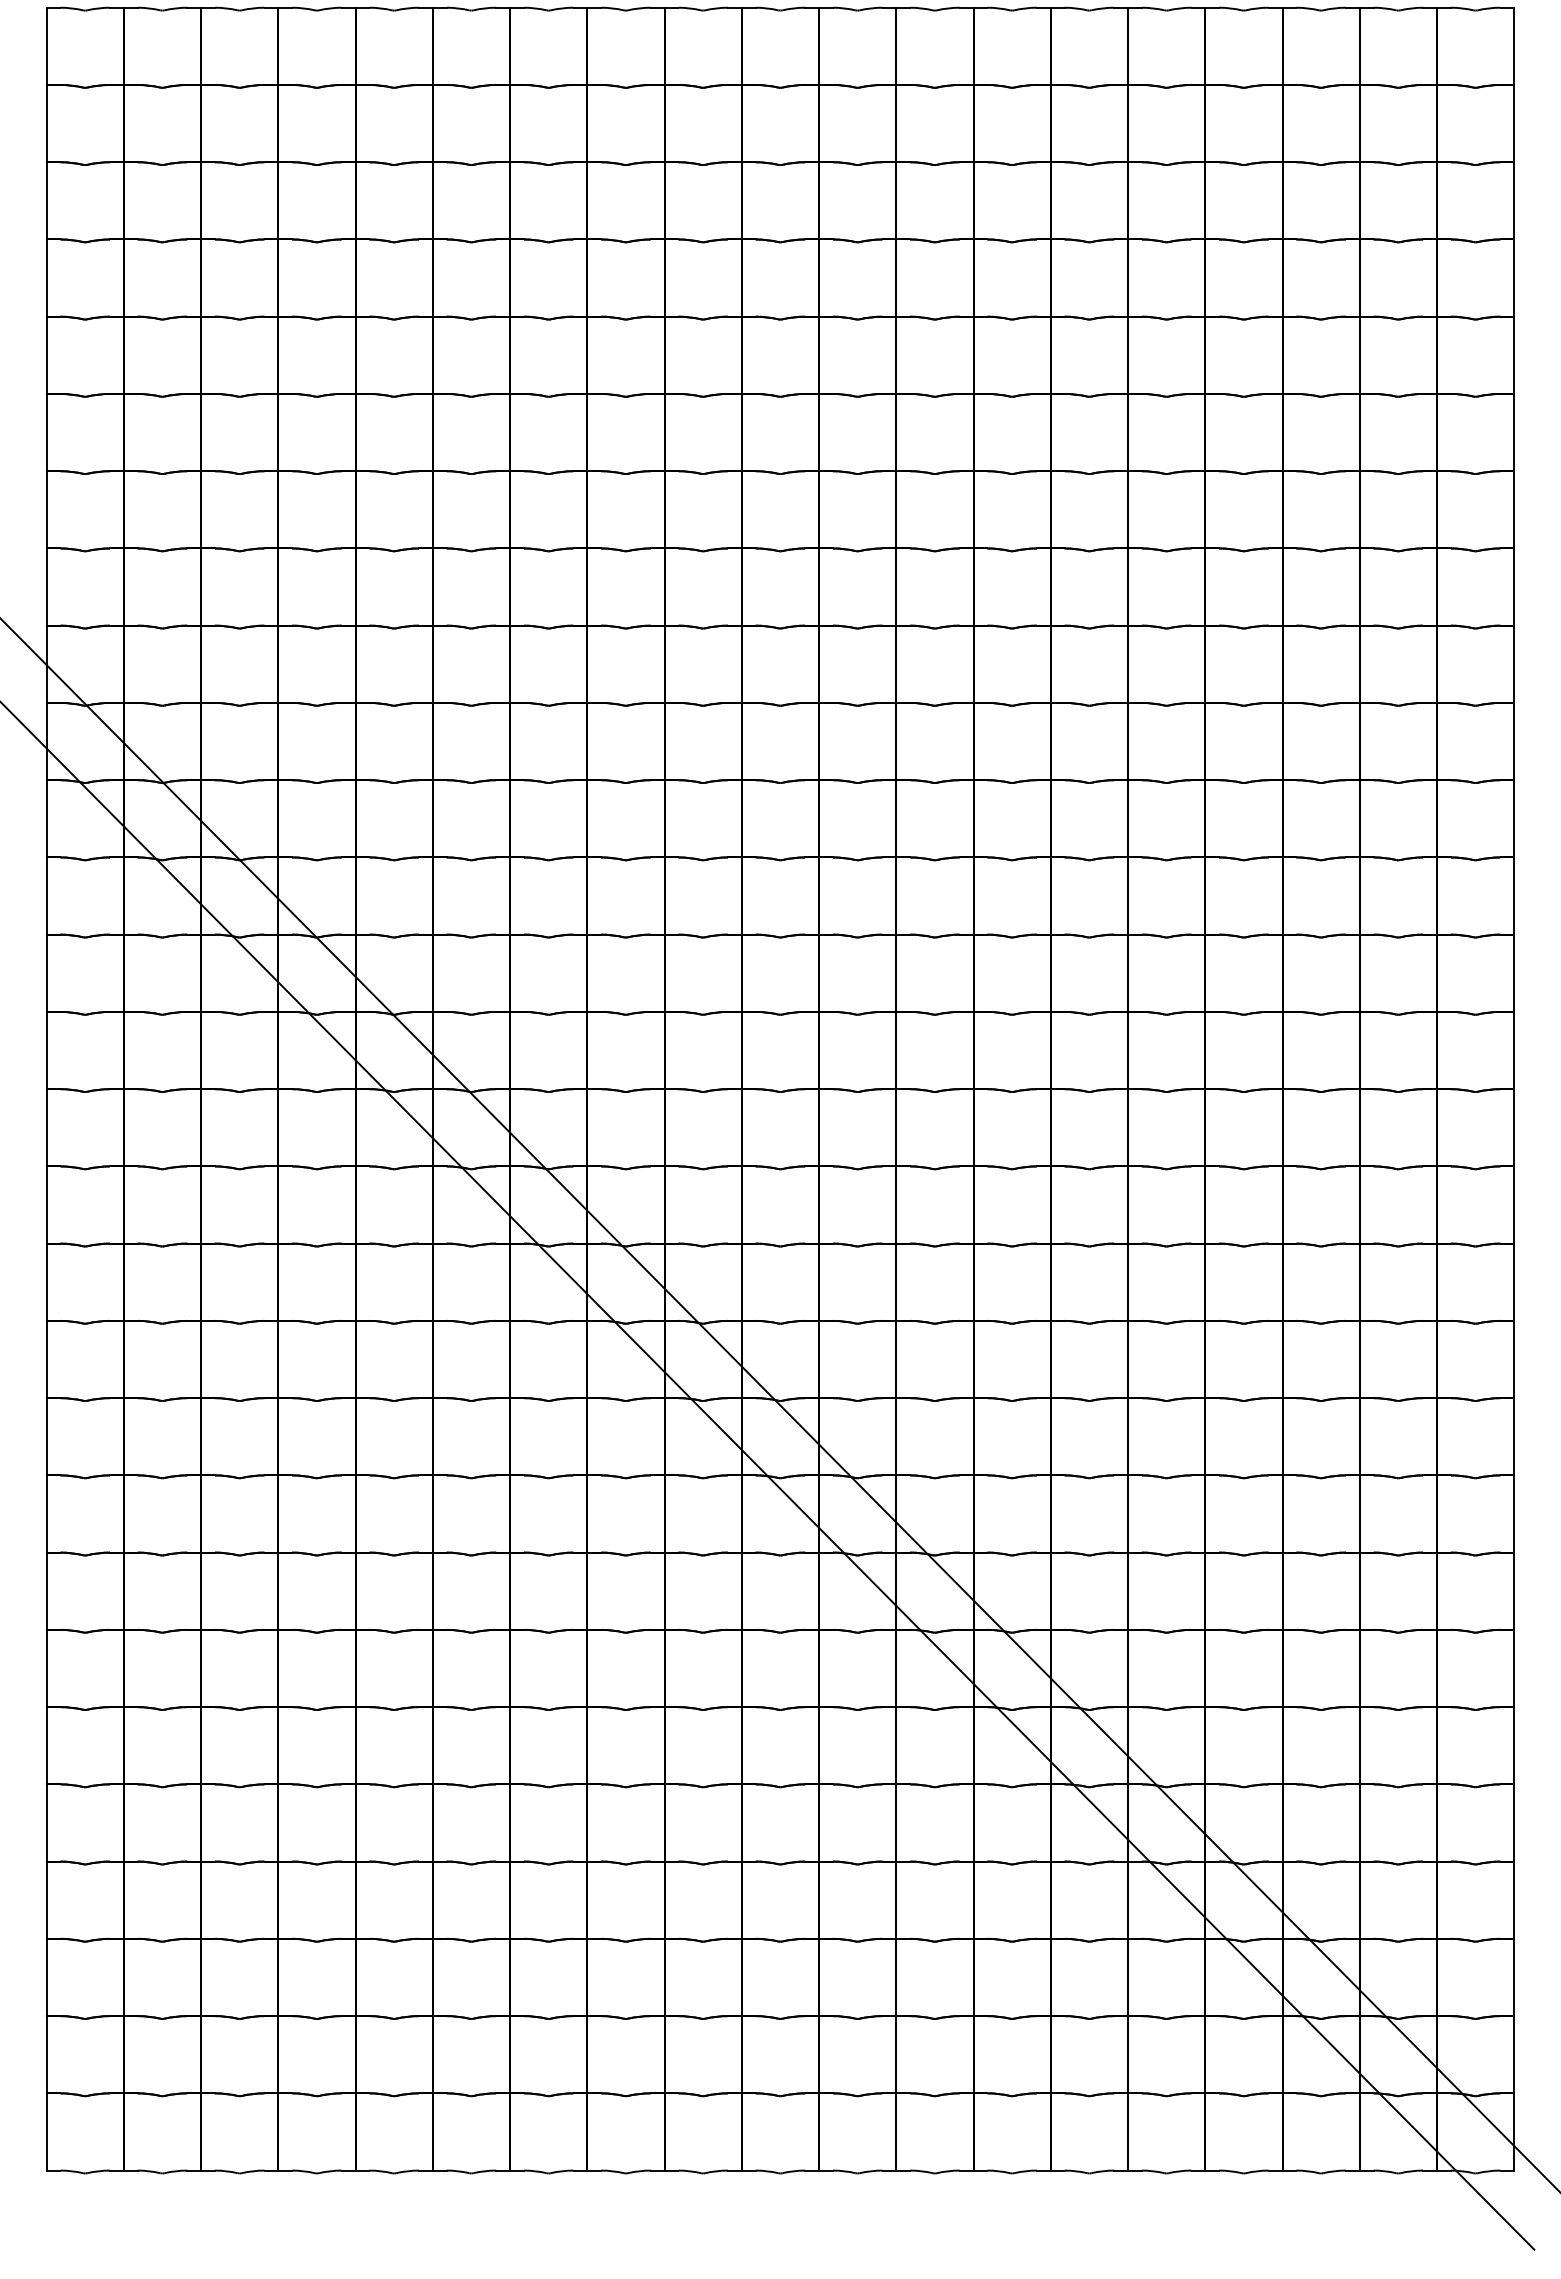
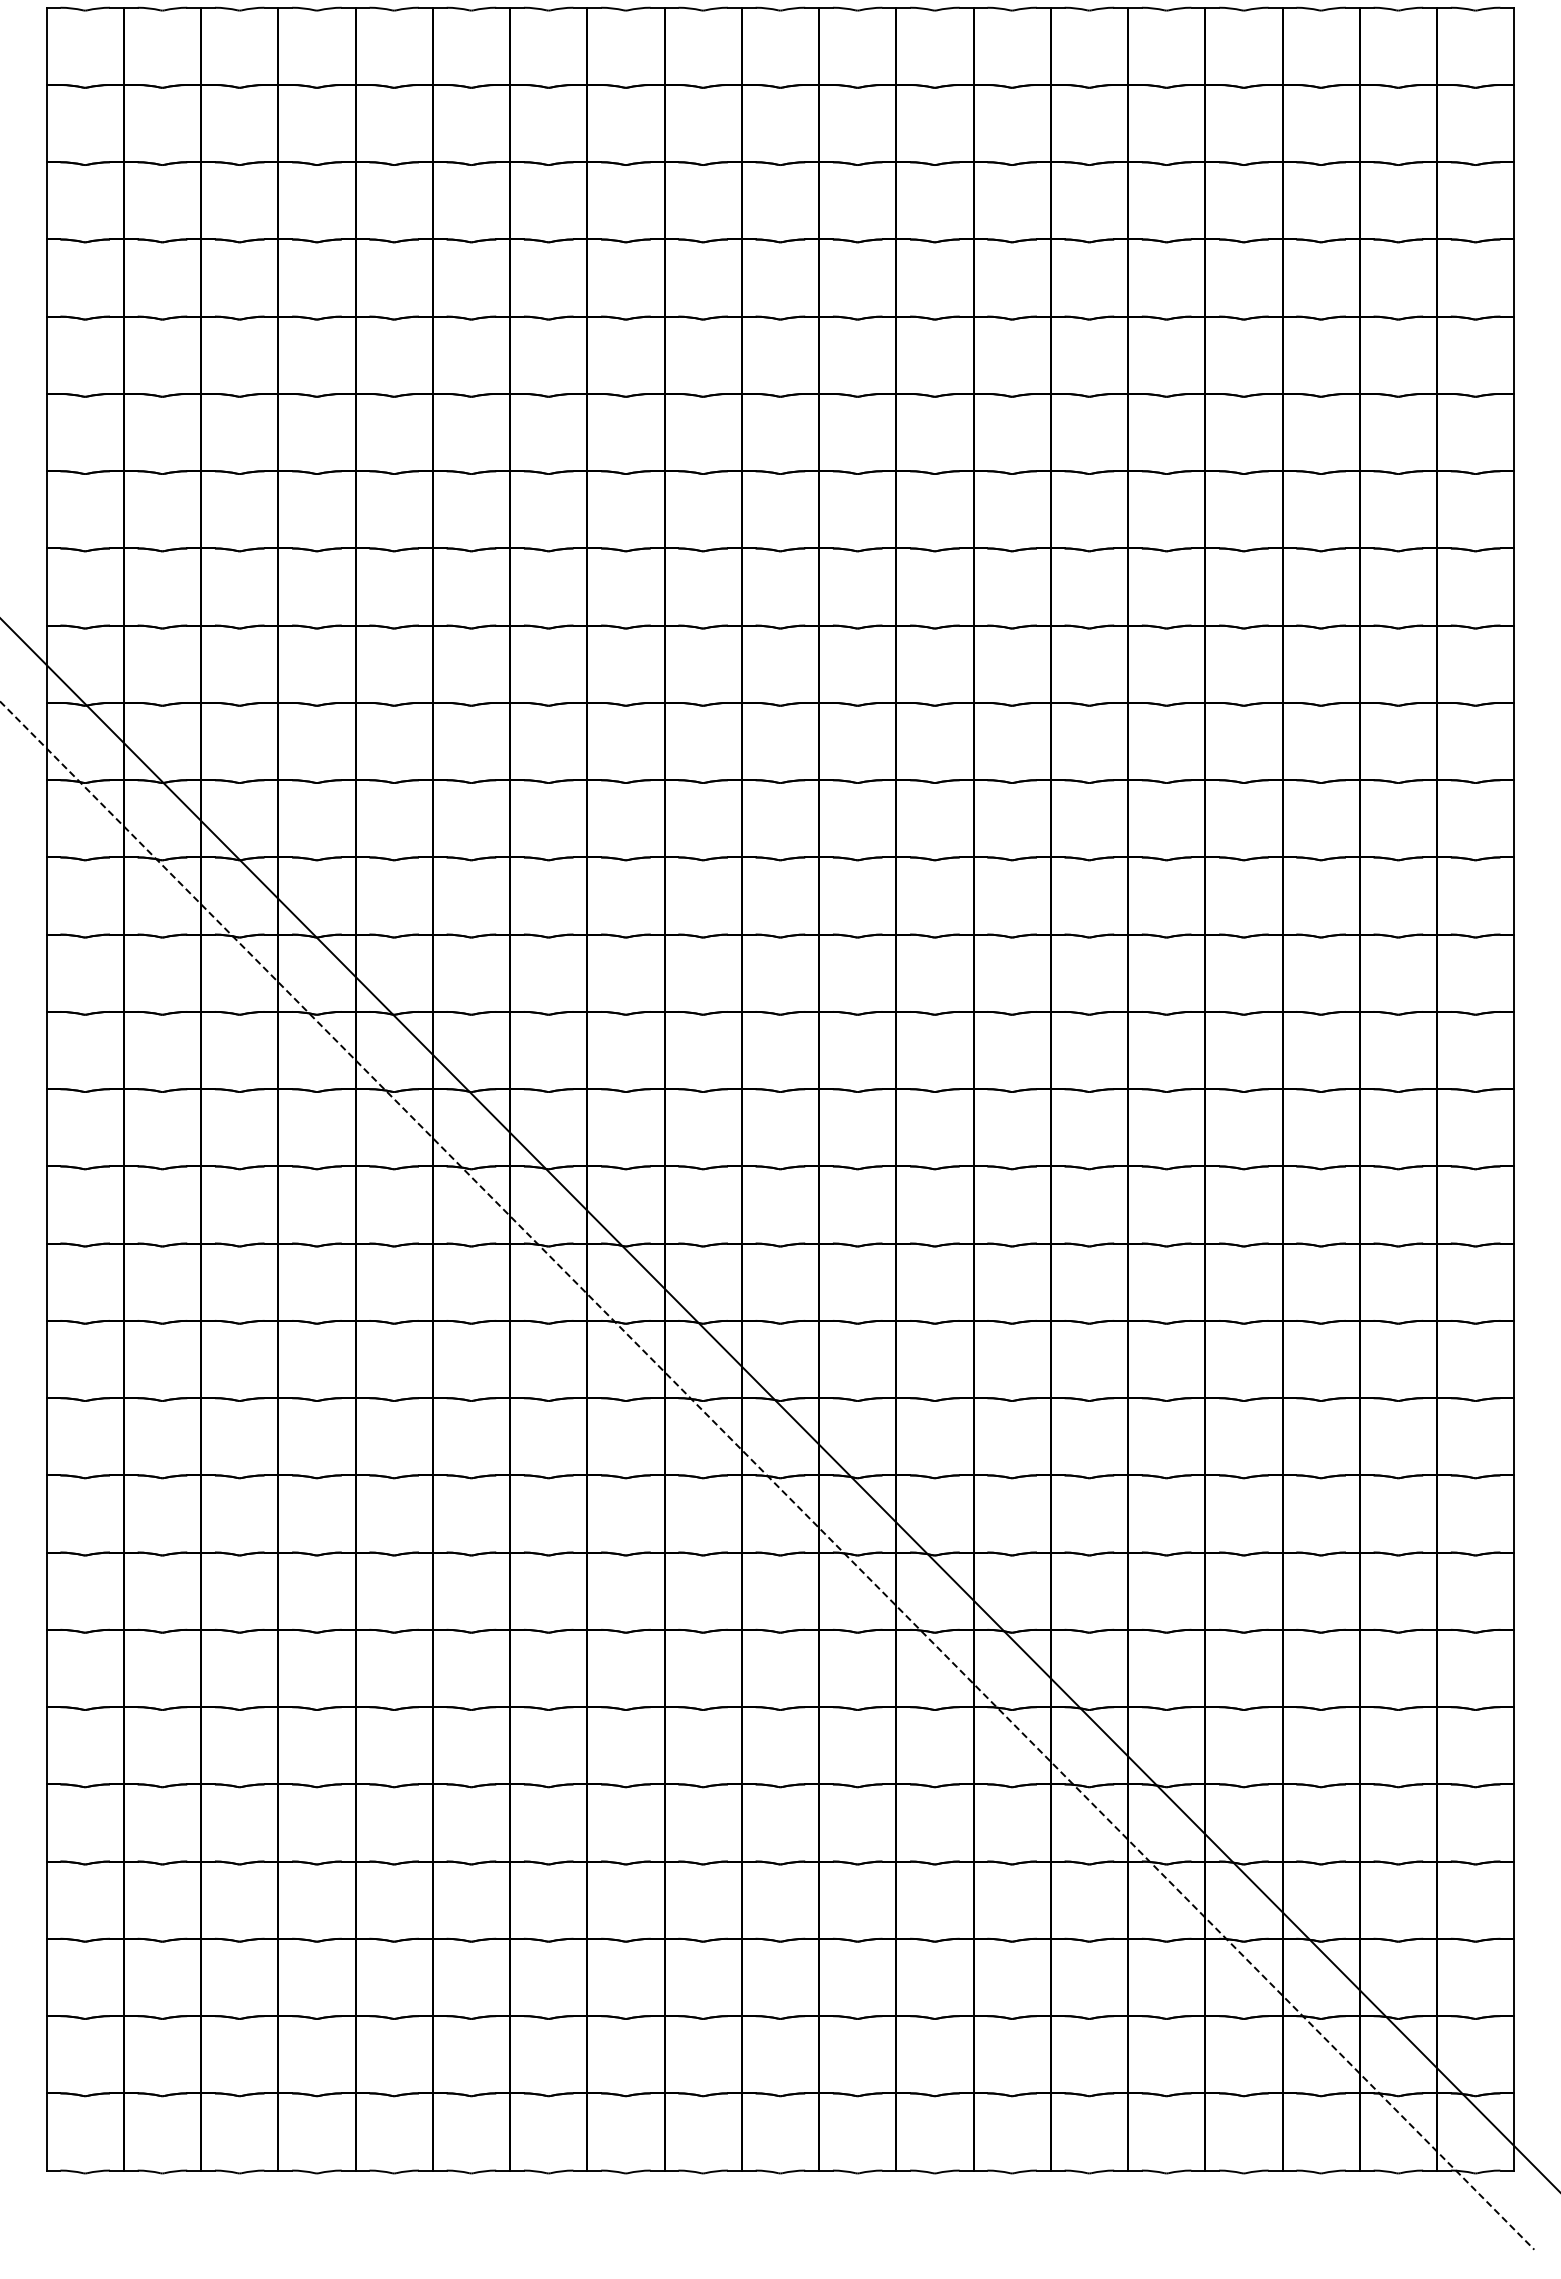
line at (767, 1476): solid -> dashed
